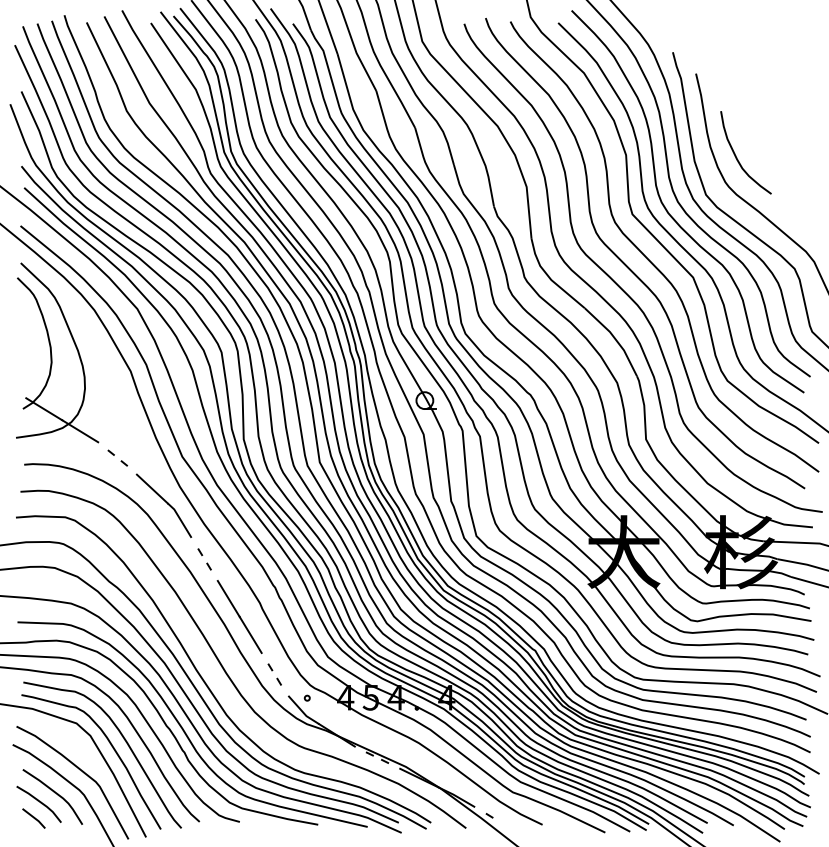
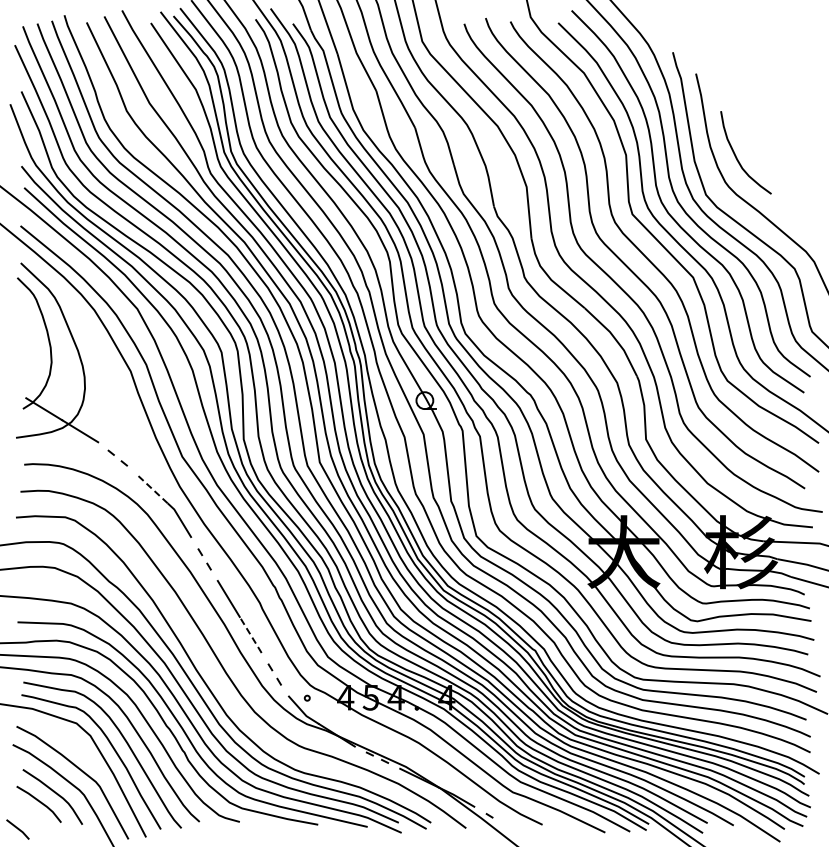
line at (152, 488): solid -> dashed
line at (250, 634): solid -> dashed
line at (33, 818) position: (33, 818) -> (17, 829)
